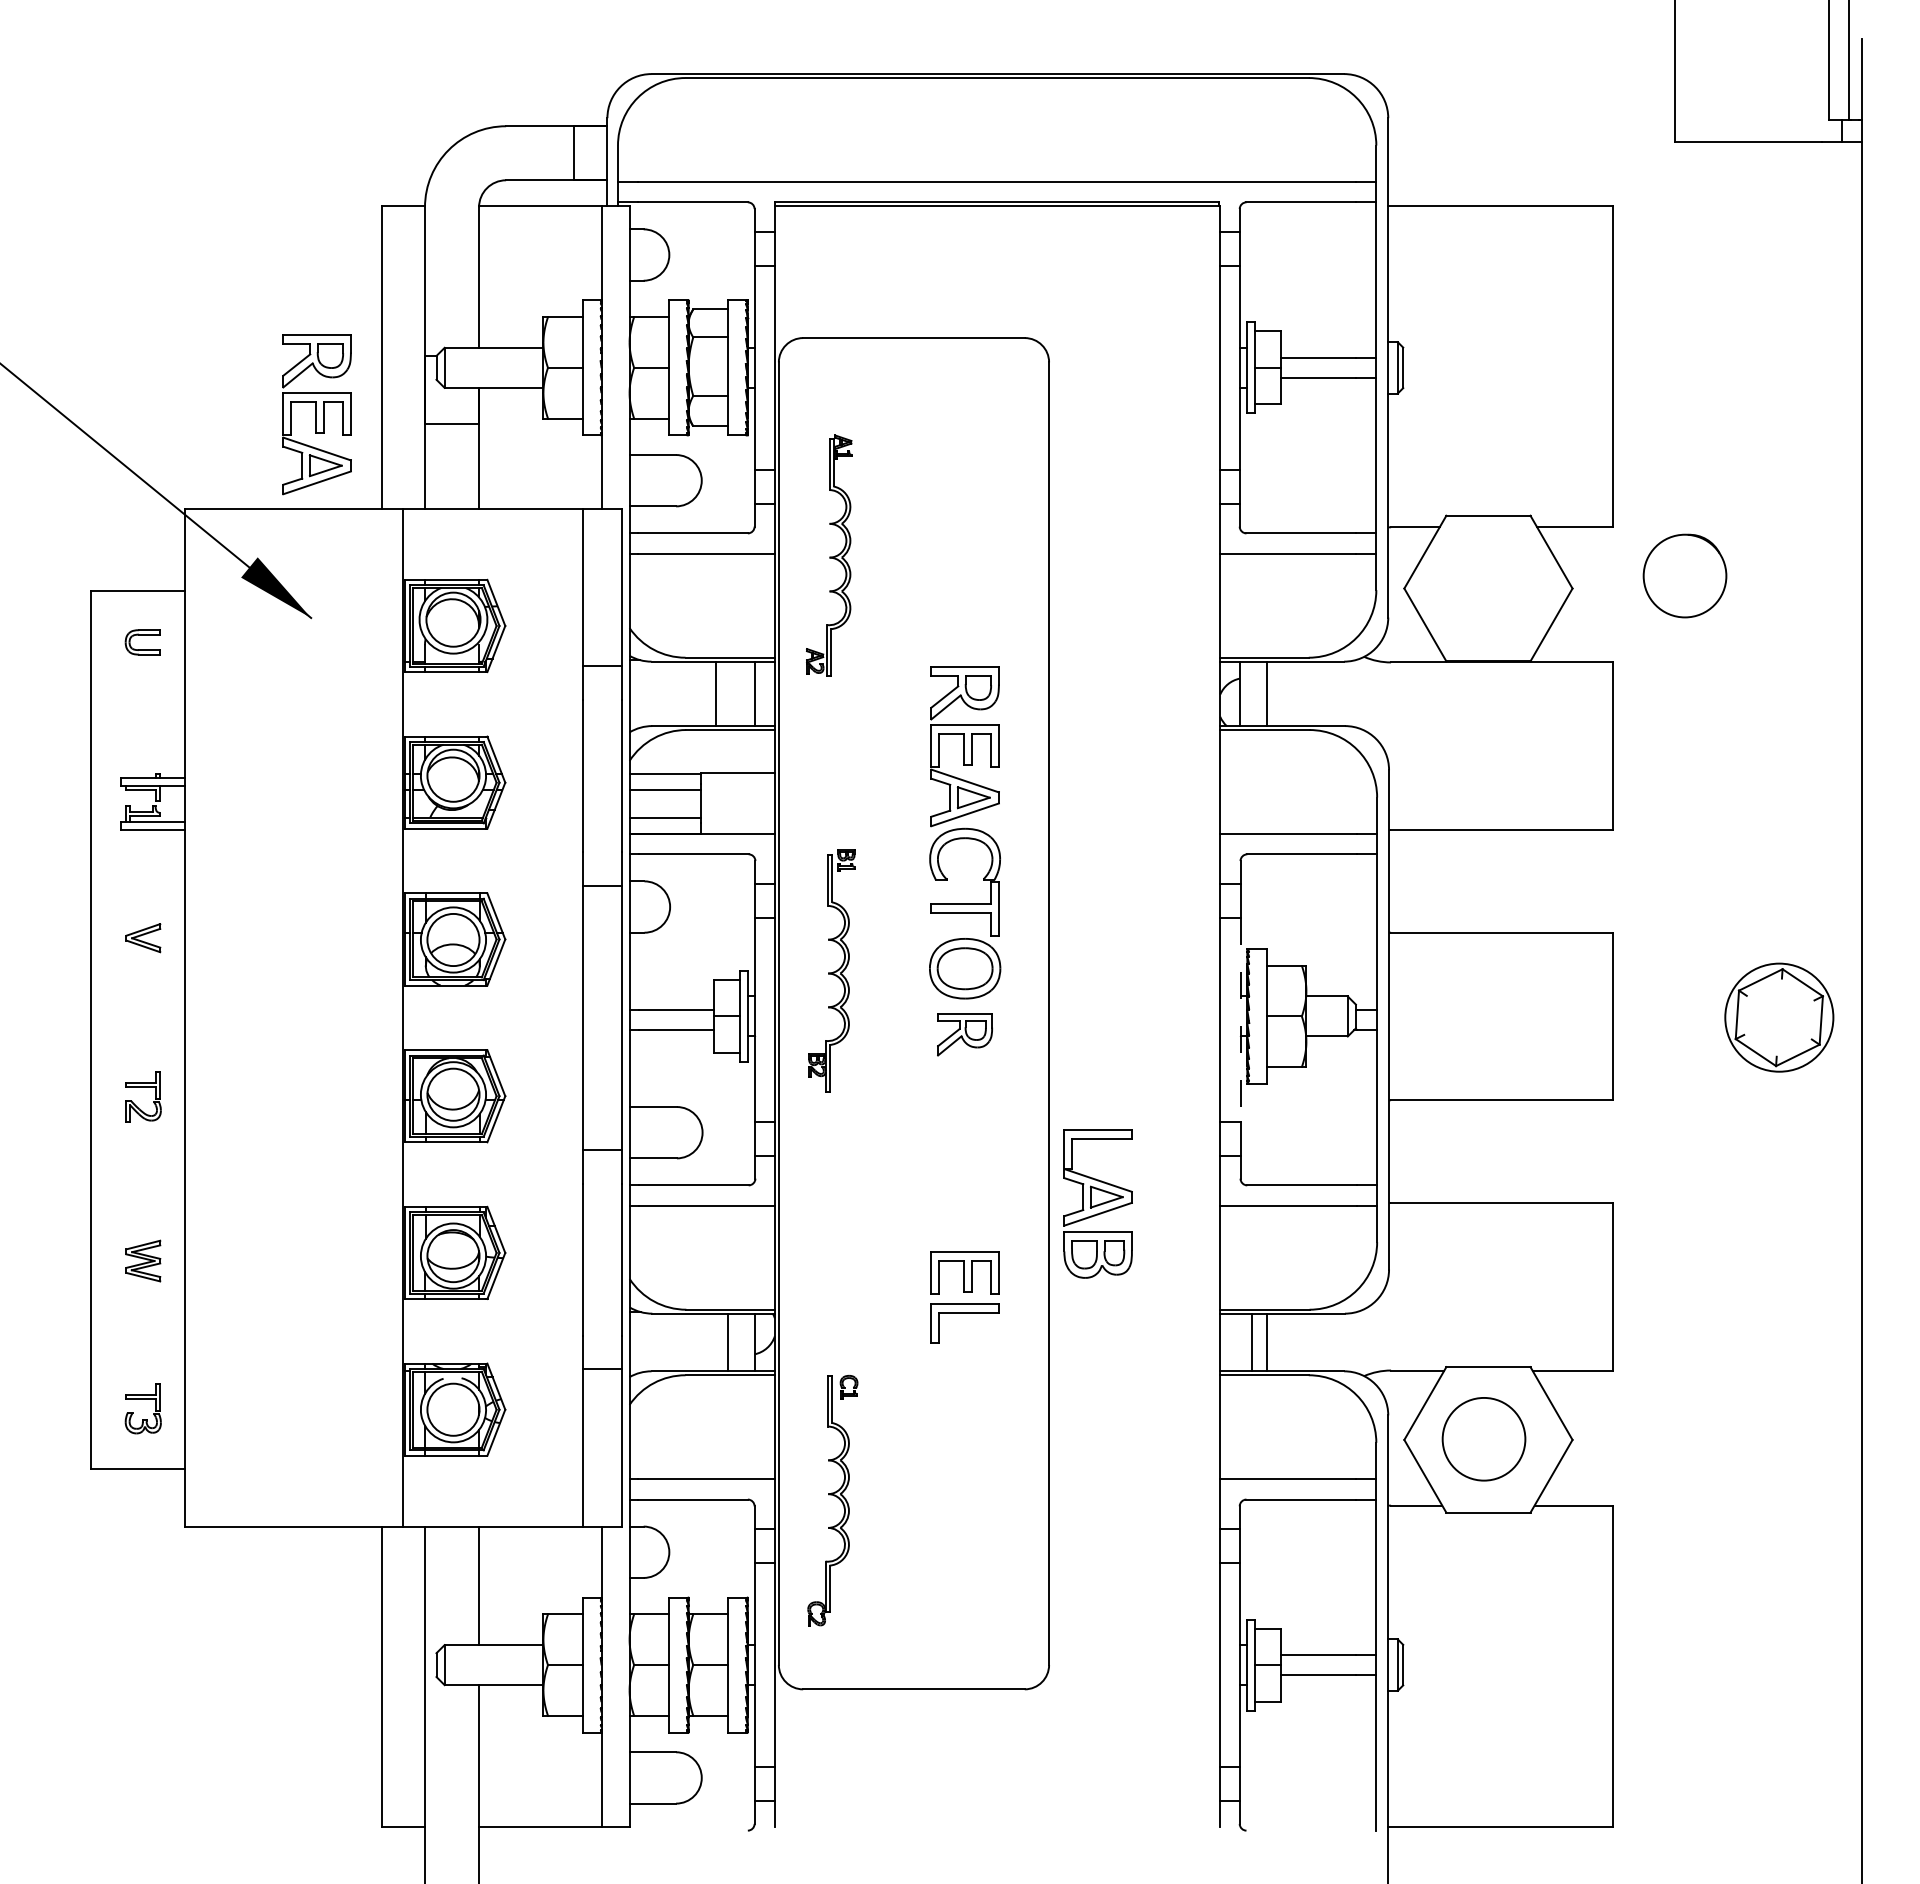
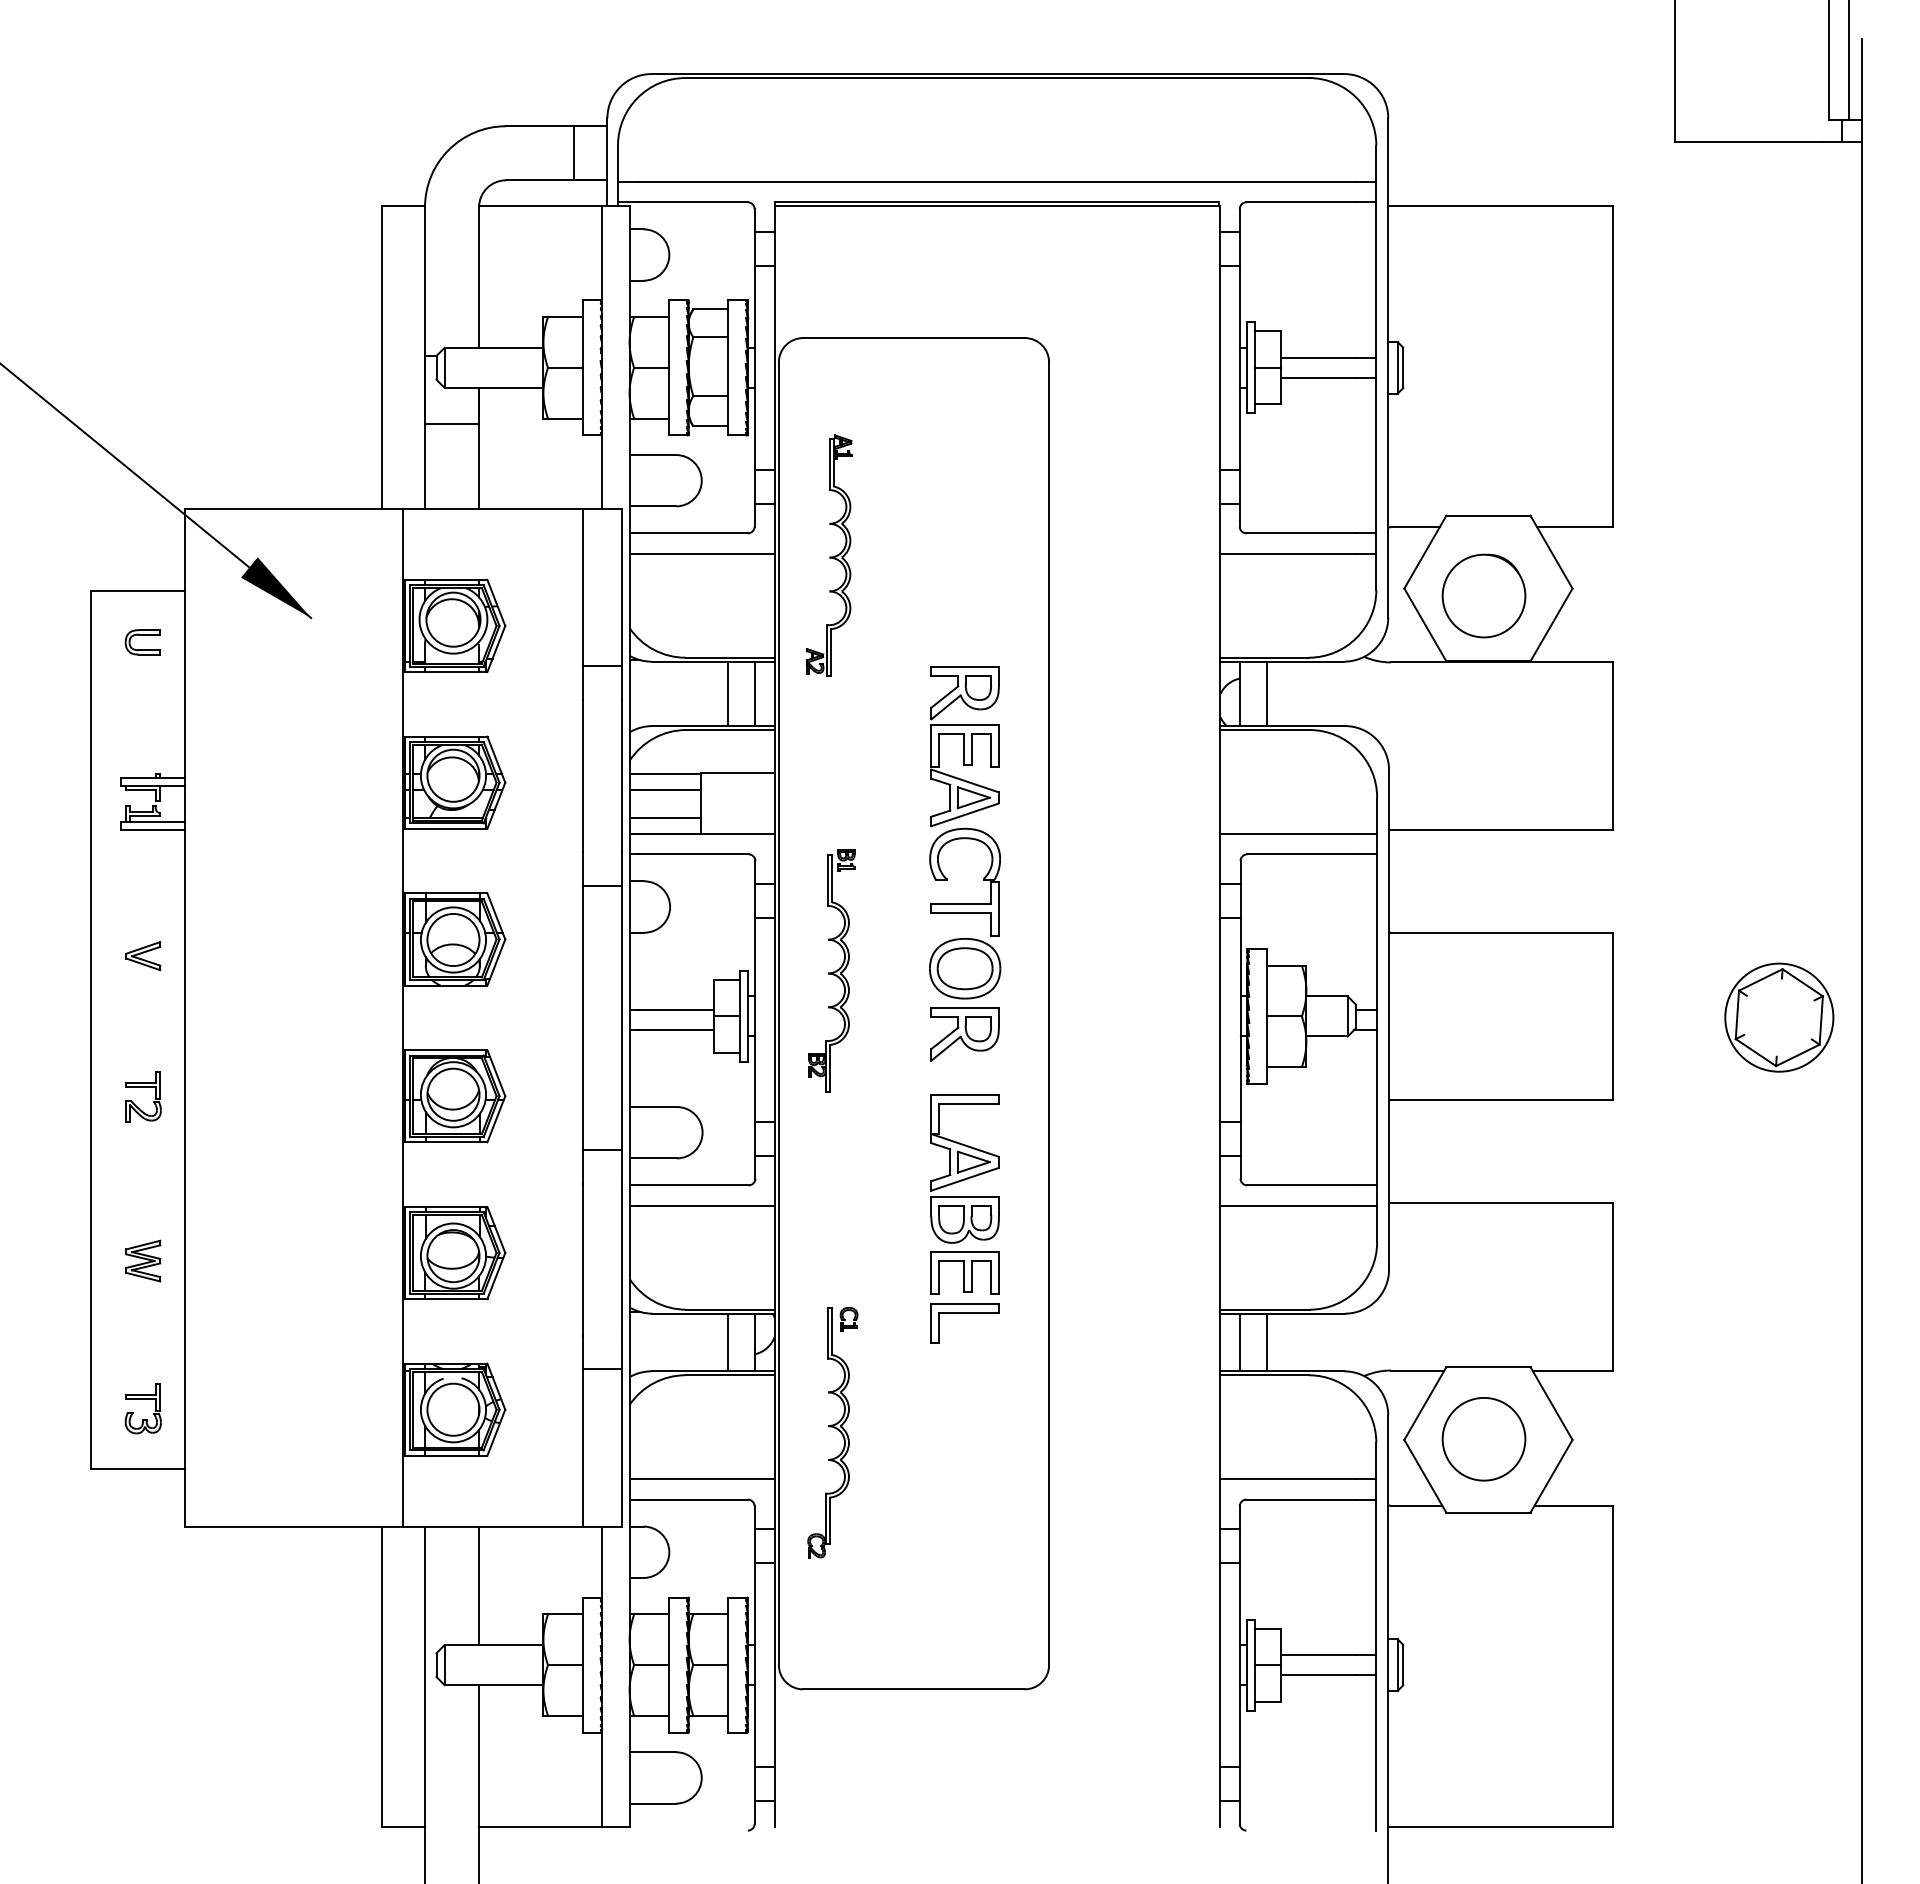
part at (316, 414): present -> none
part at (1684, 575) position: (1684, 575) -> (1483, 595)
line at (715, 693) position: (715, 693) -> (727, 693)
part at (143, 938) position: (143, 938) -> (143, 956)
line at (1240, 1020): dashed -> solid
part at (964, 1034) size: 56x44 px -> 70x55 px
part at (1097, 1203) position: (1097, 1203) -> (964, 1168)
line at (1251, 1342) position: (1251, 1342) -> (1239, 1342)
part at (832, 1500) position: (832, 1500) -> (832, 1432)
